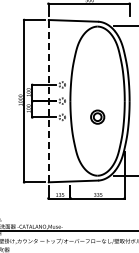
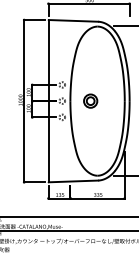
line at (48, 101): dashed -> solid
part at (97, 116) position: (97, 116) -> (90, 100)
line at (68, 217): none -> present
